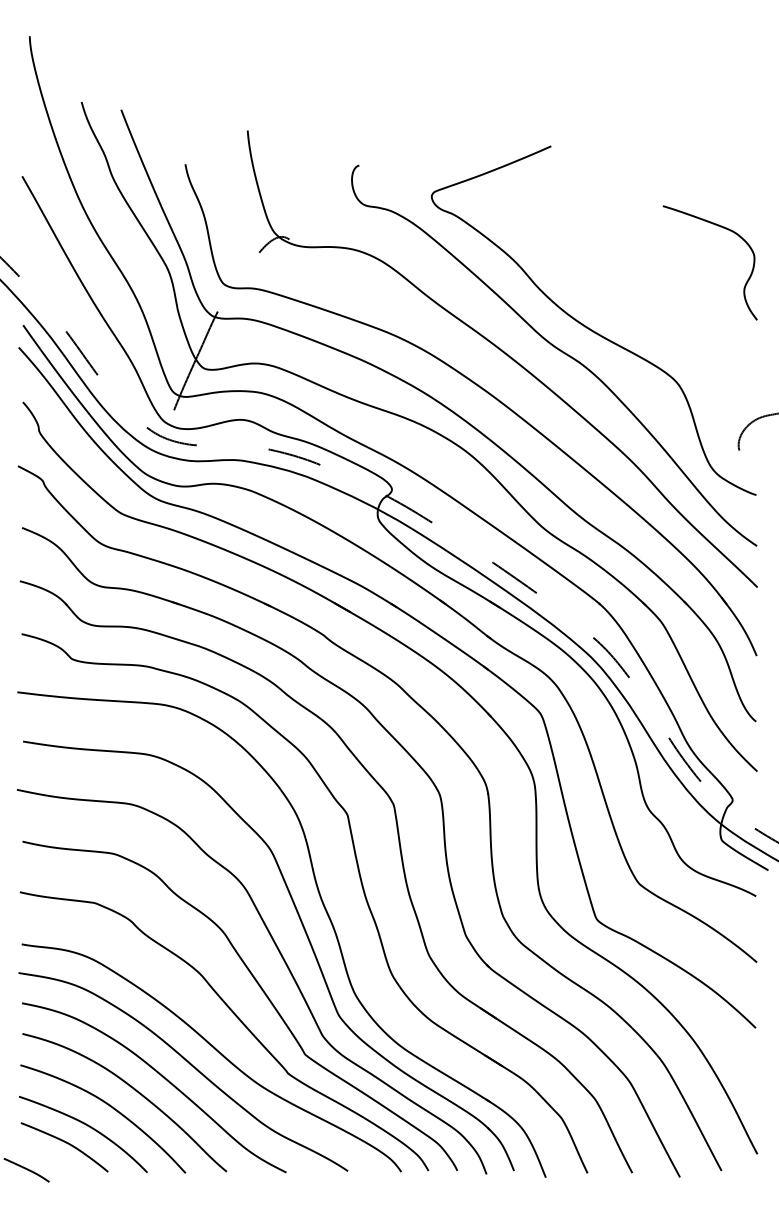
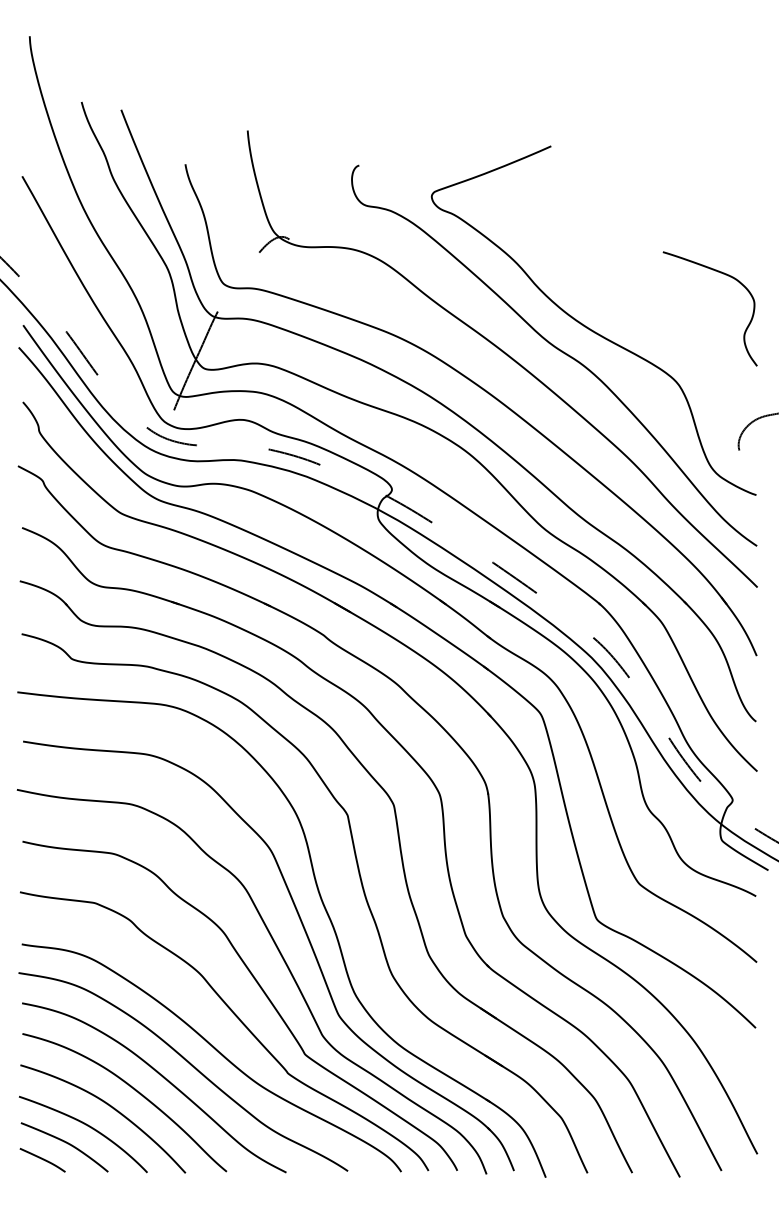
curve at (725, 229) position: (725, 229) -> (725, 275)
curve at (26, 1169) position: (26, 1169) -> (42, 1159)
